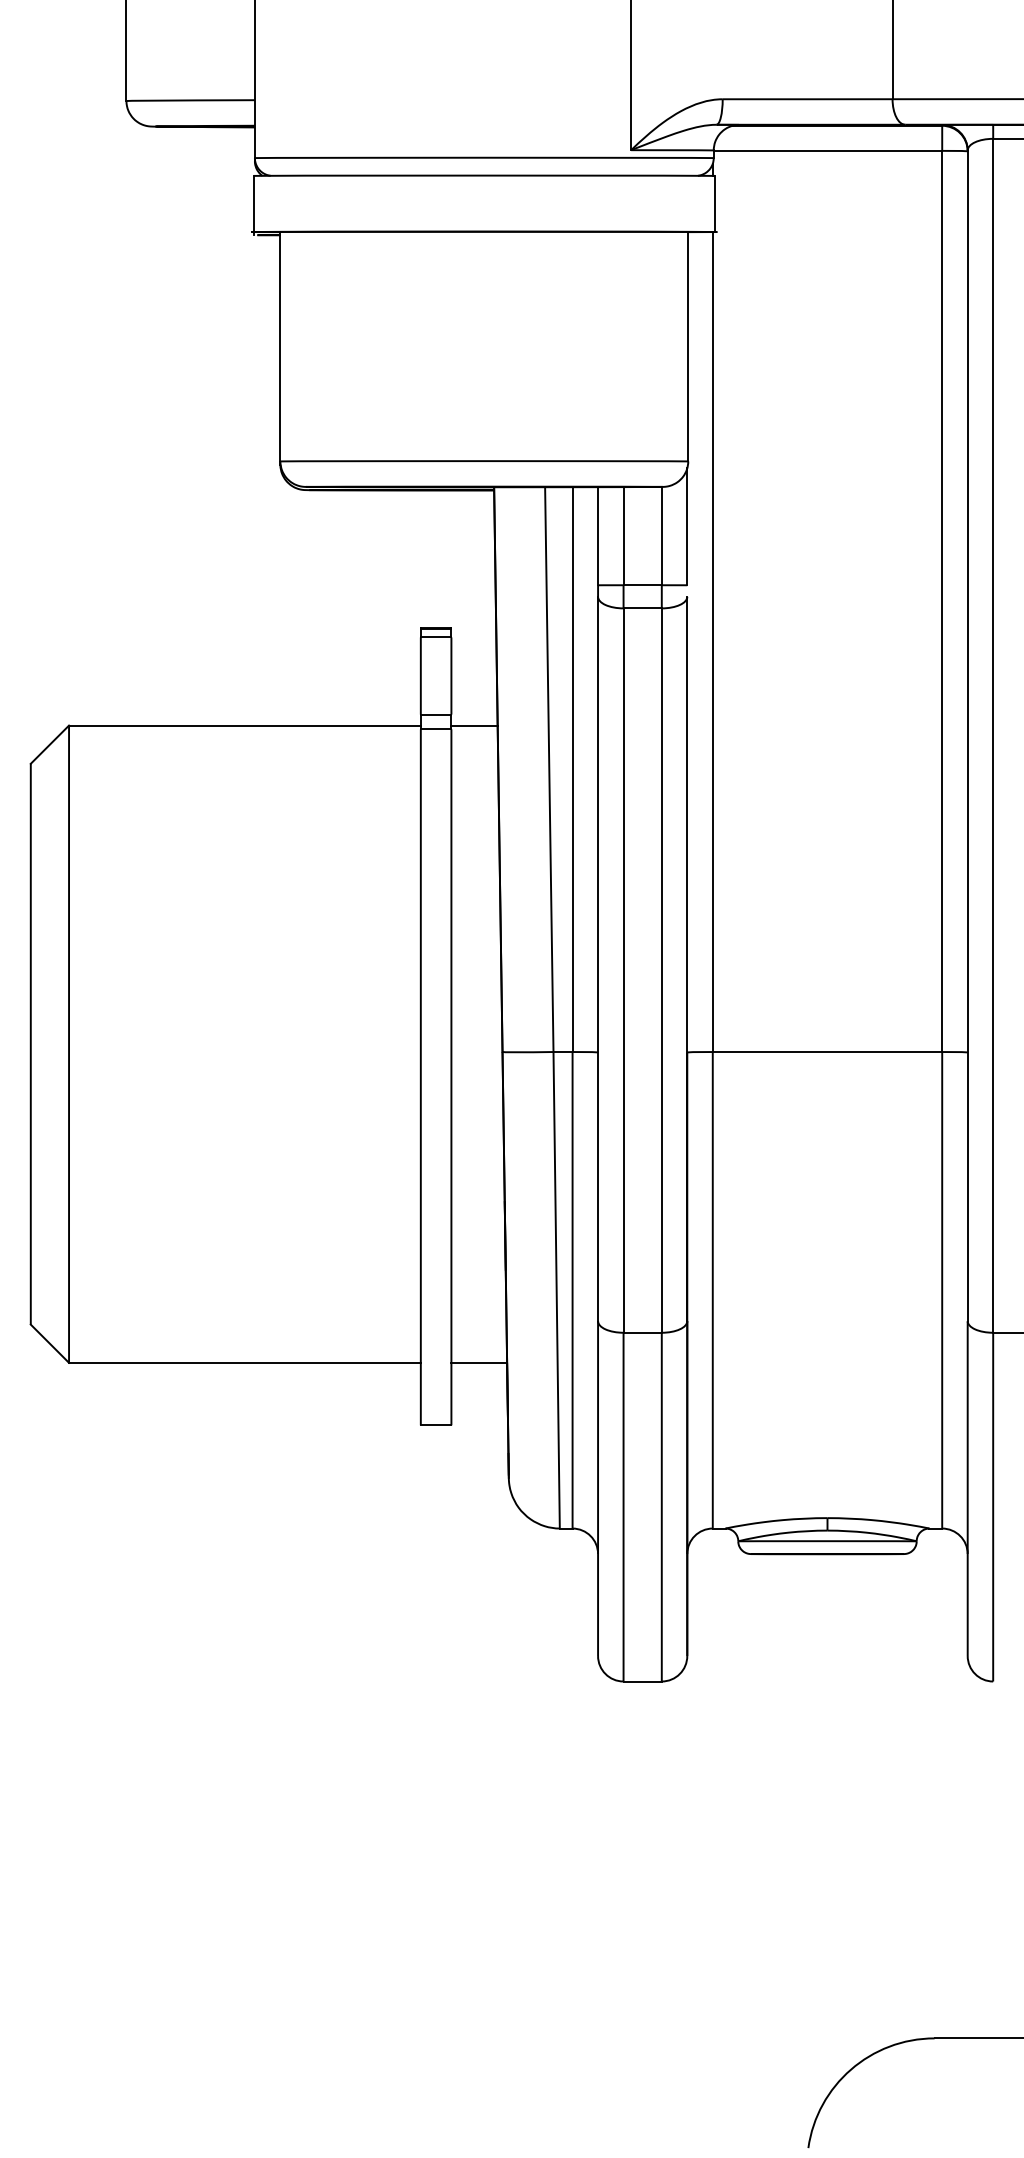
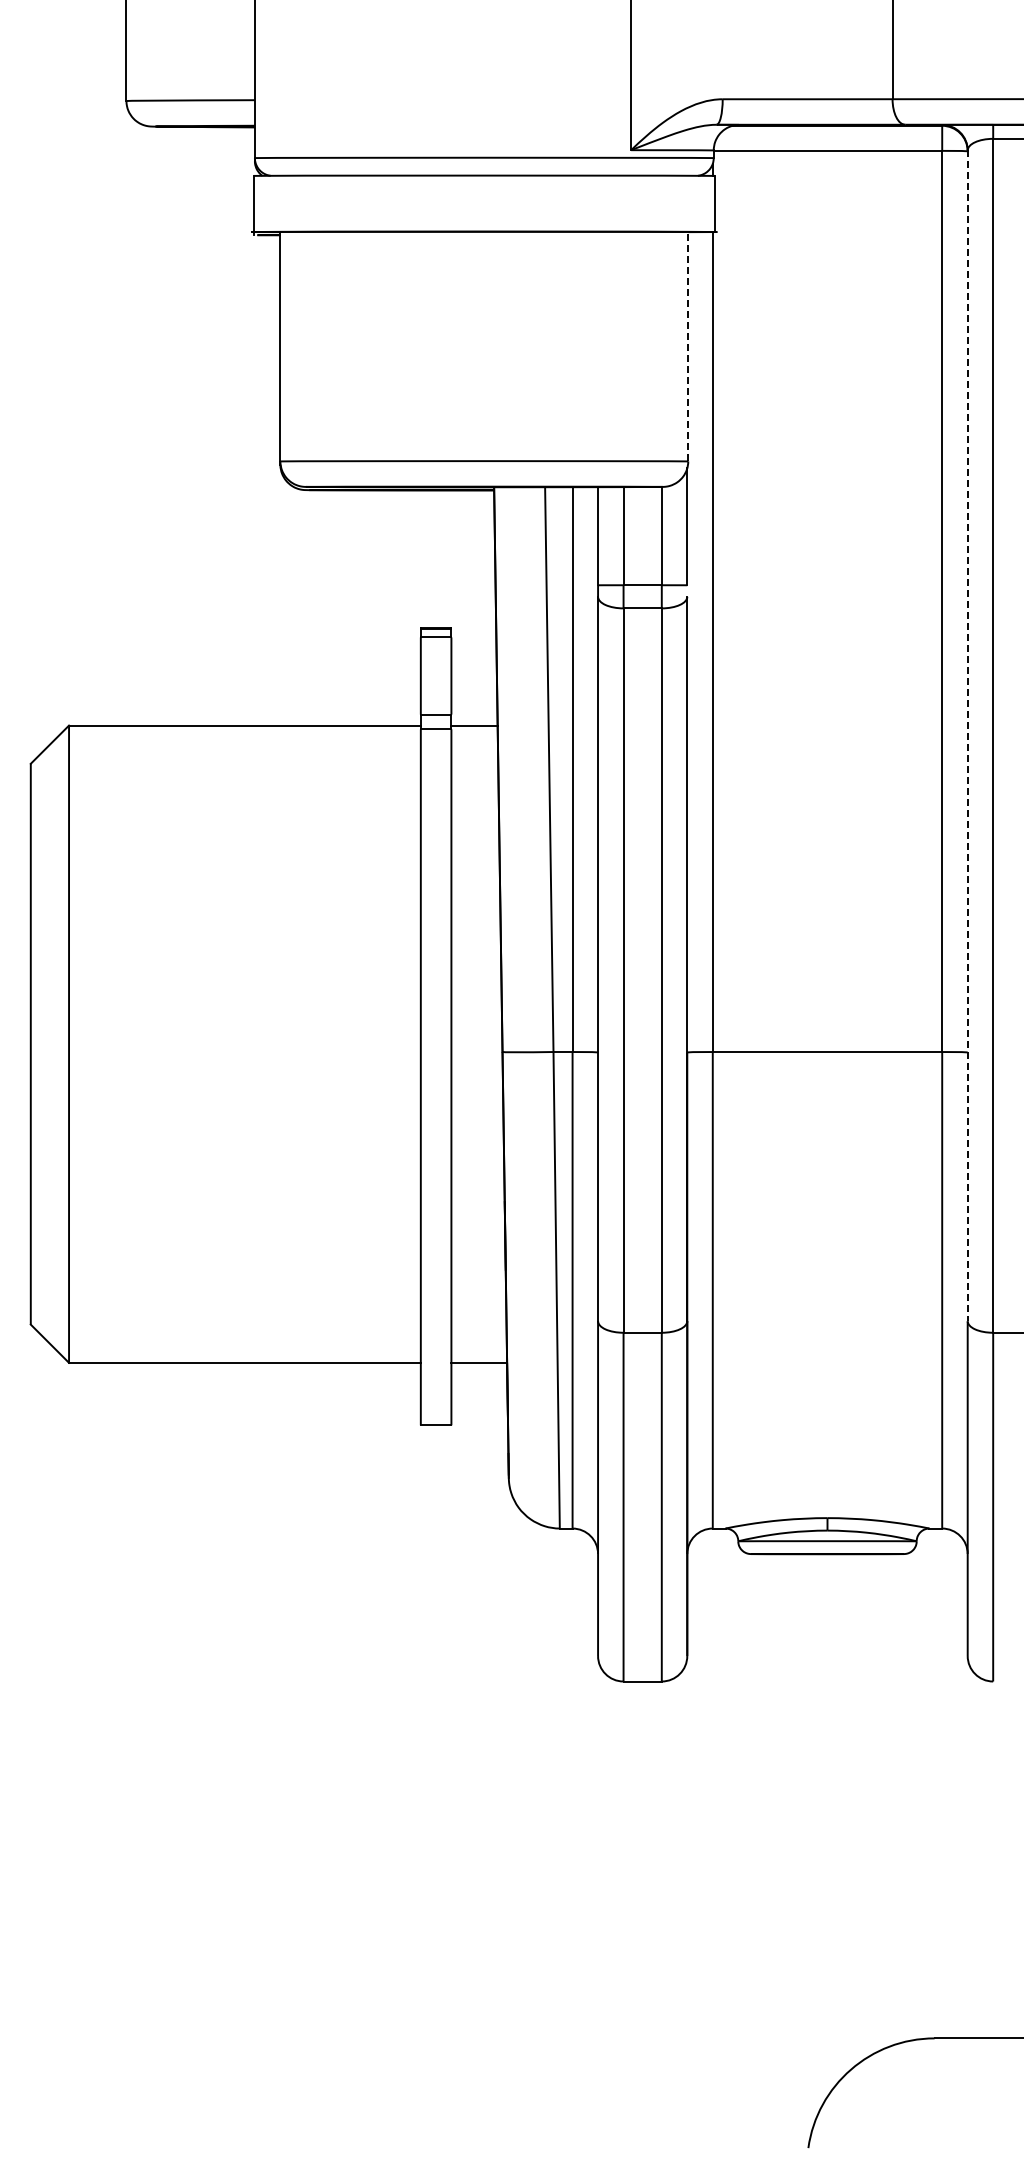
line at (688, 346): solid -> dashed
line at (967, 736): solid -> dashed
